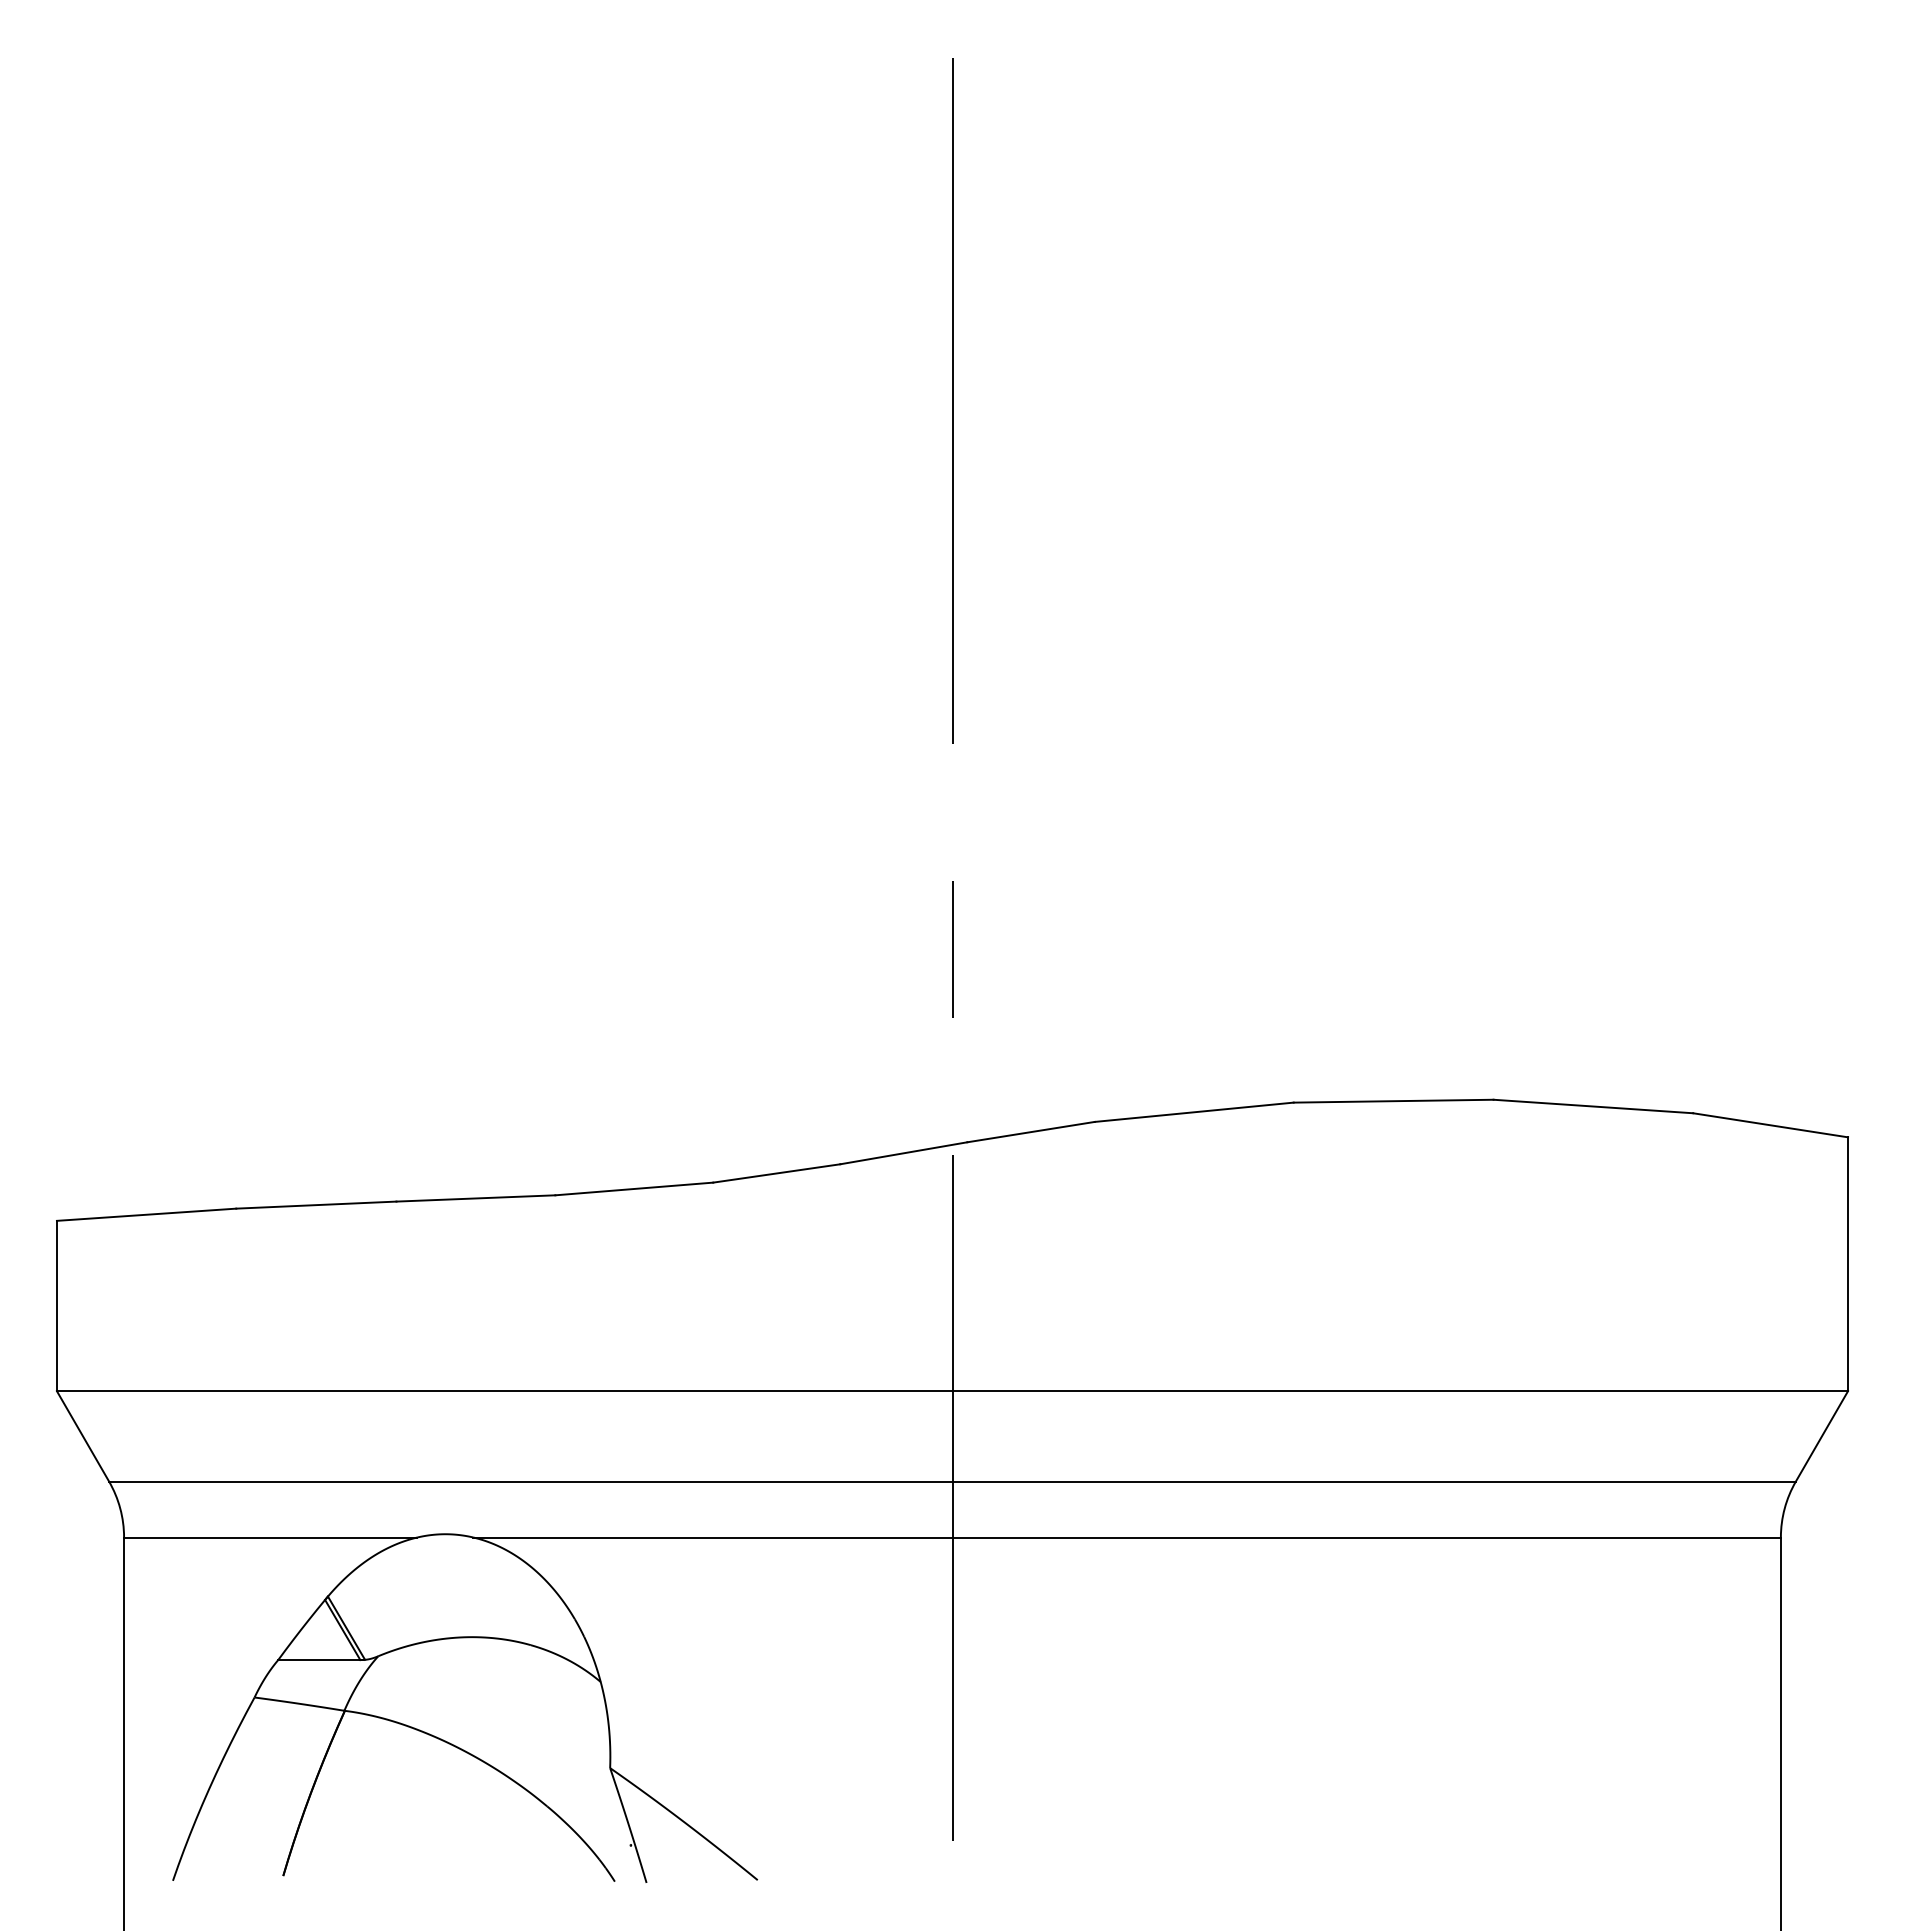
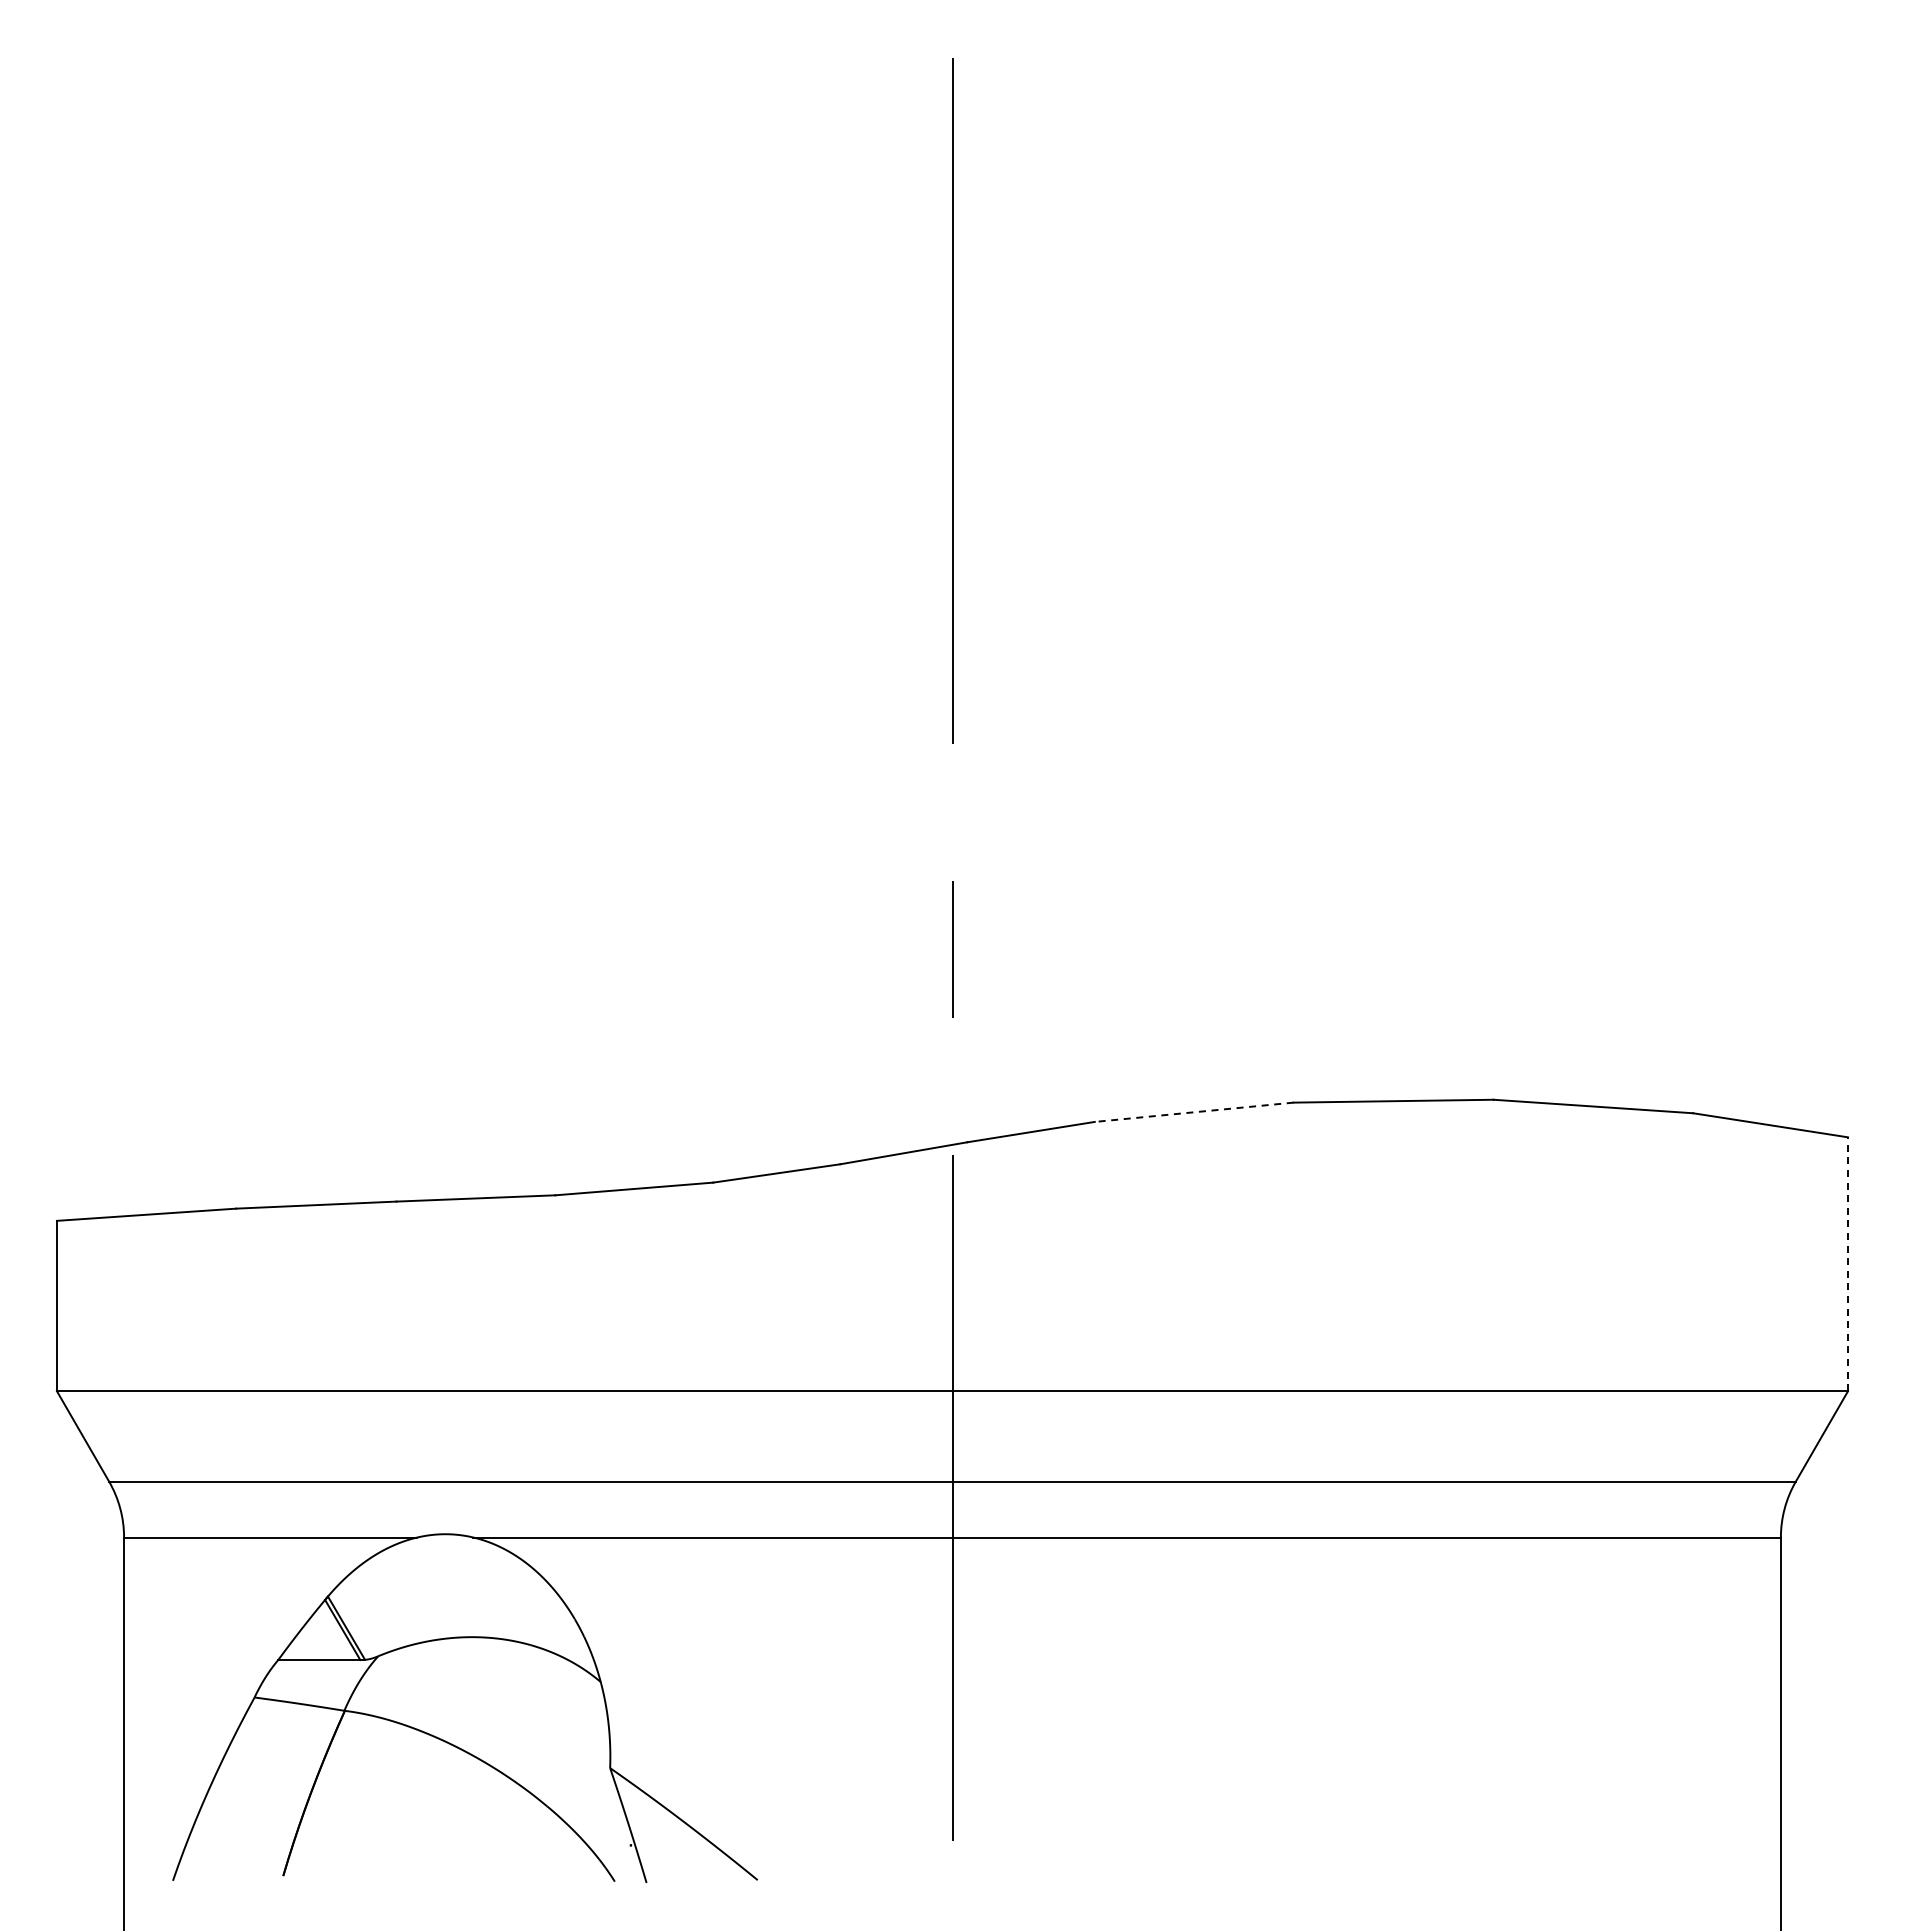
line at (1194, 1112): solid -> dashed
line at (1848, 1264): solid -> dashed
